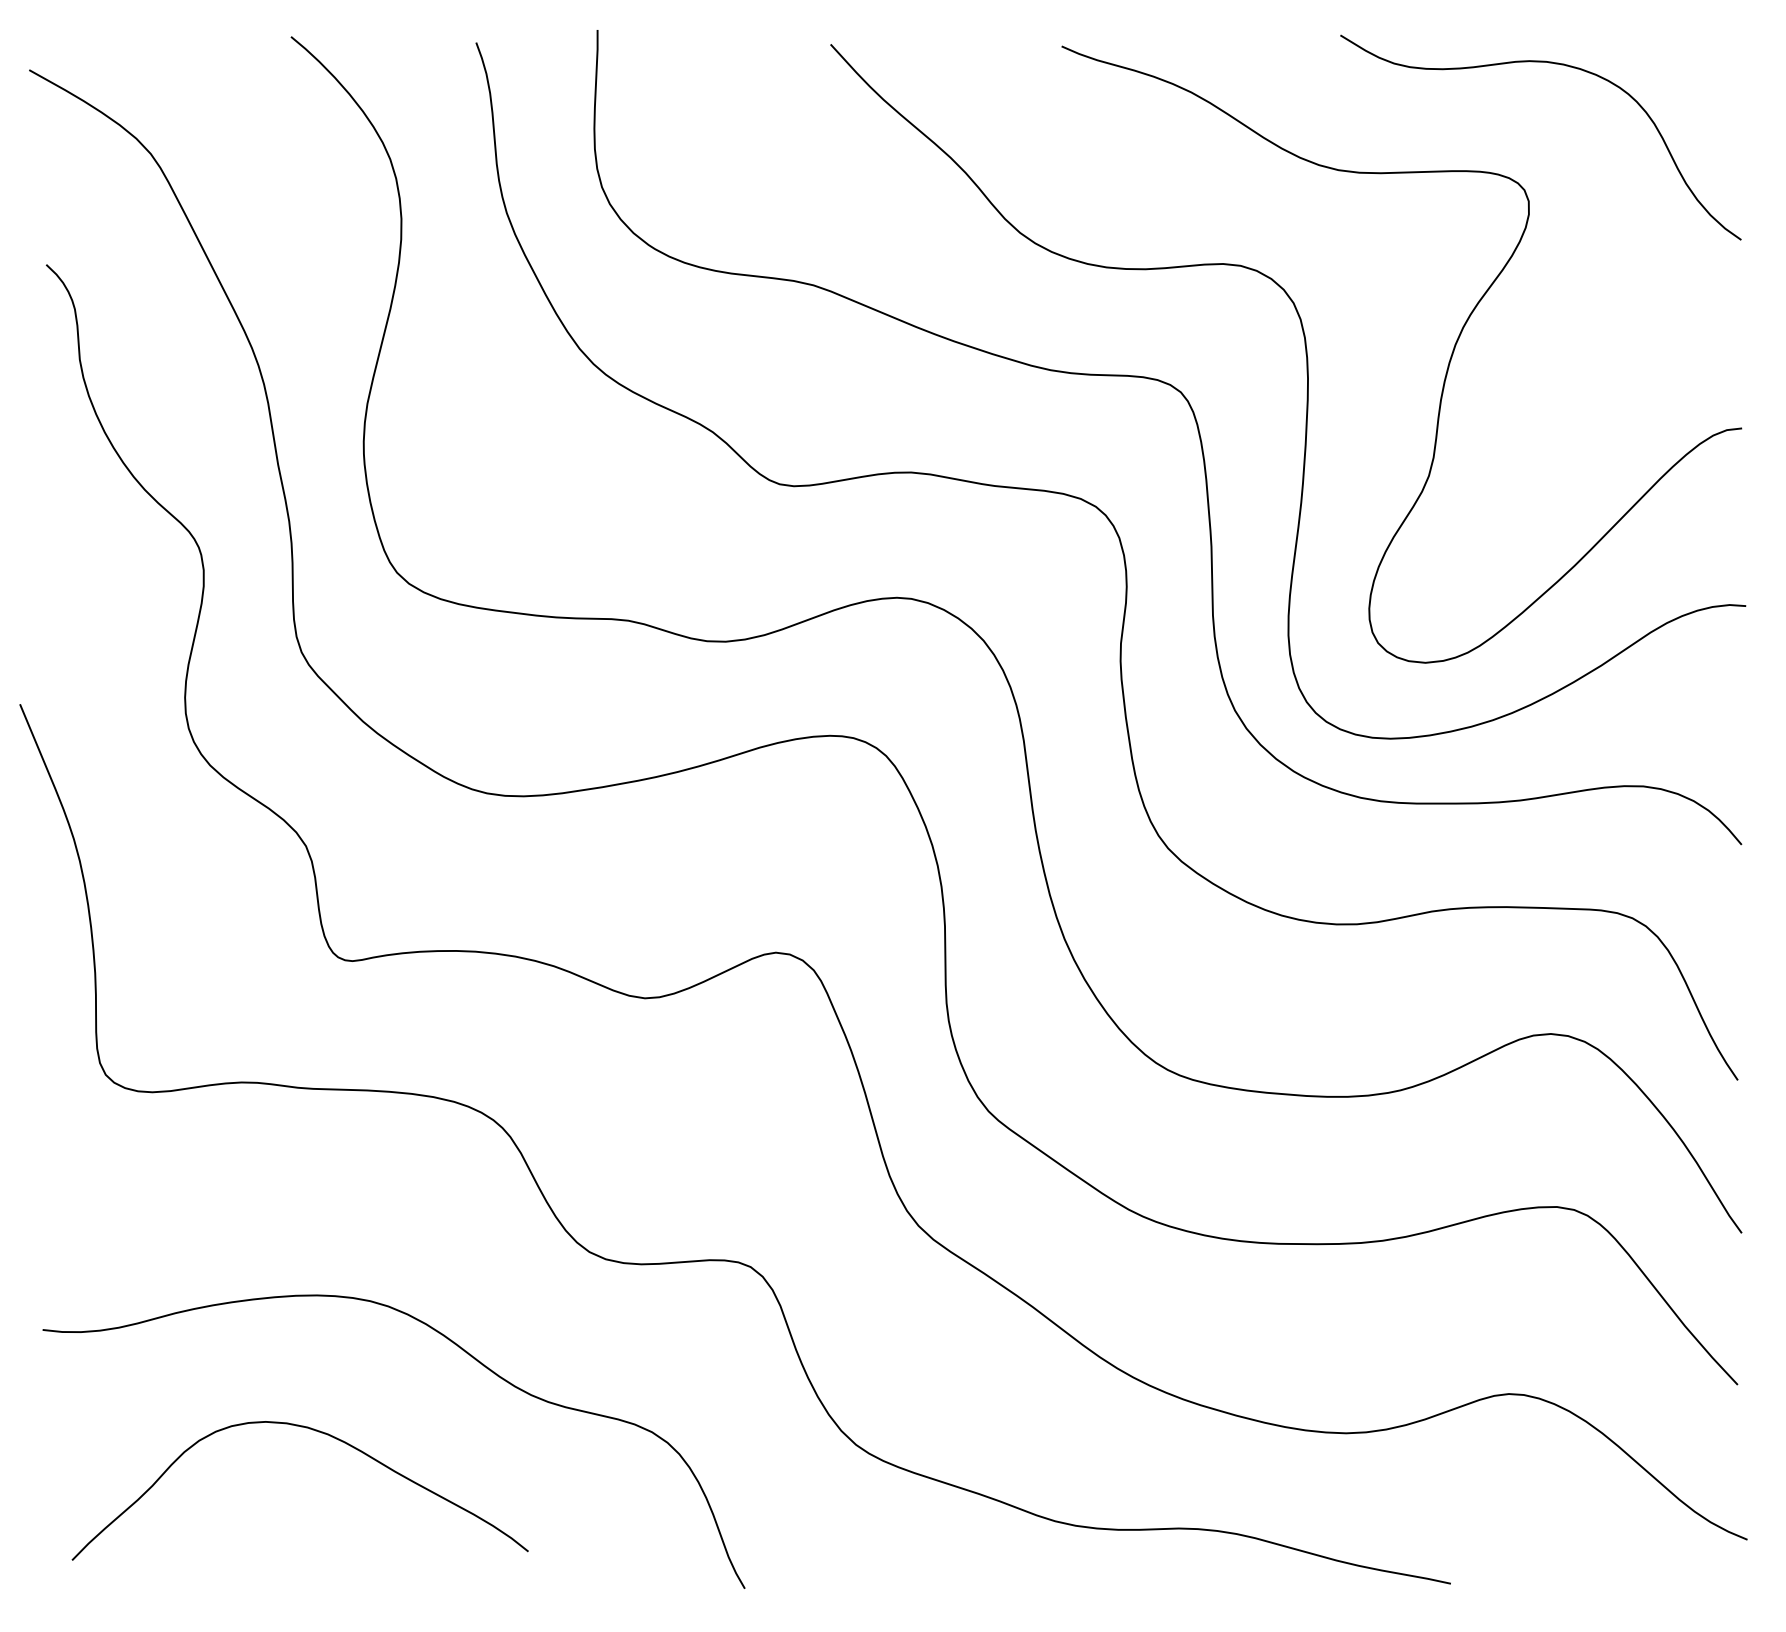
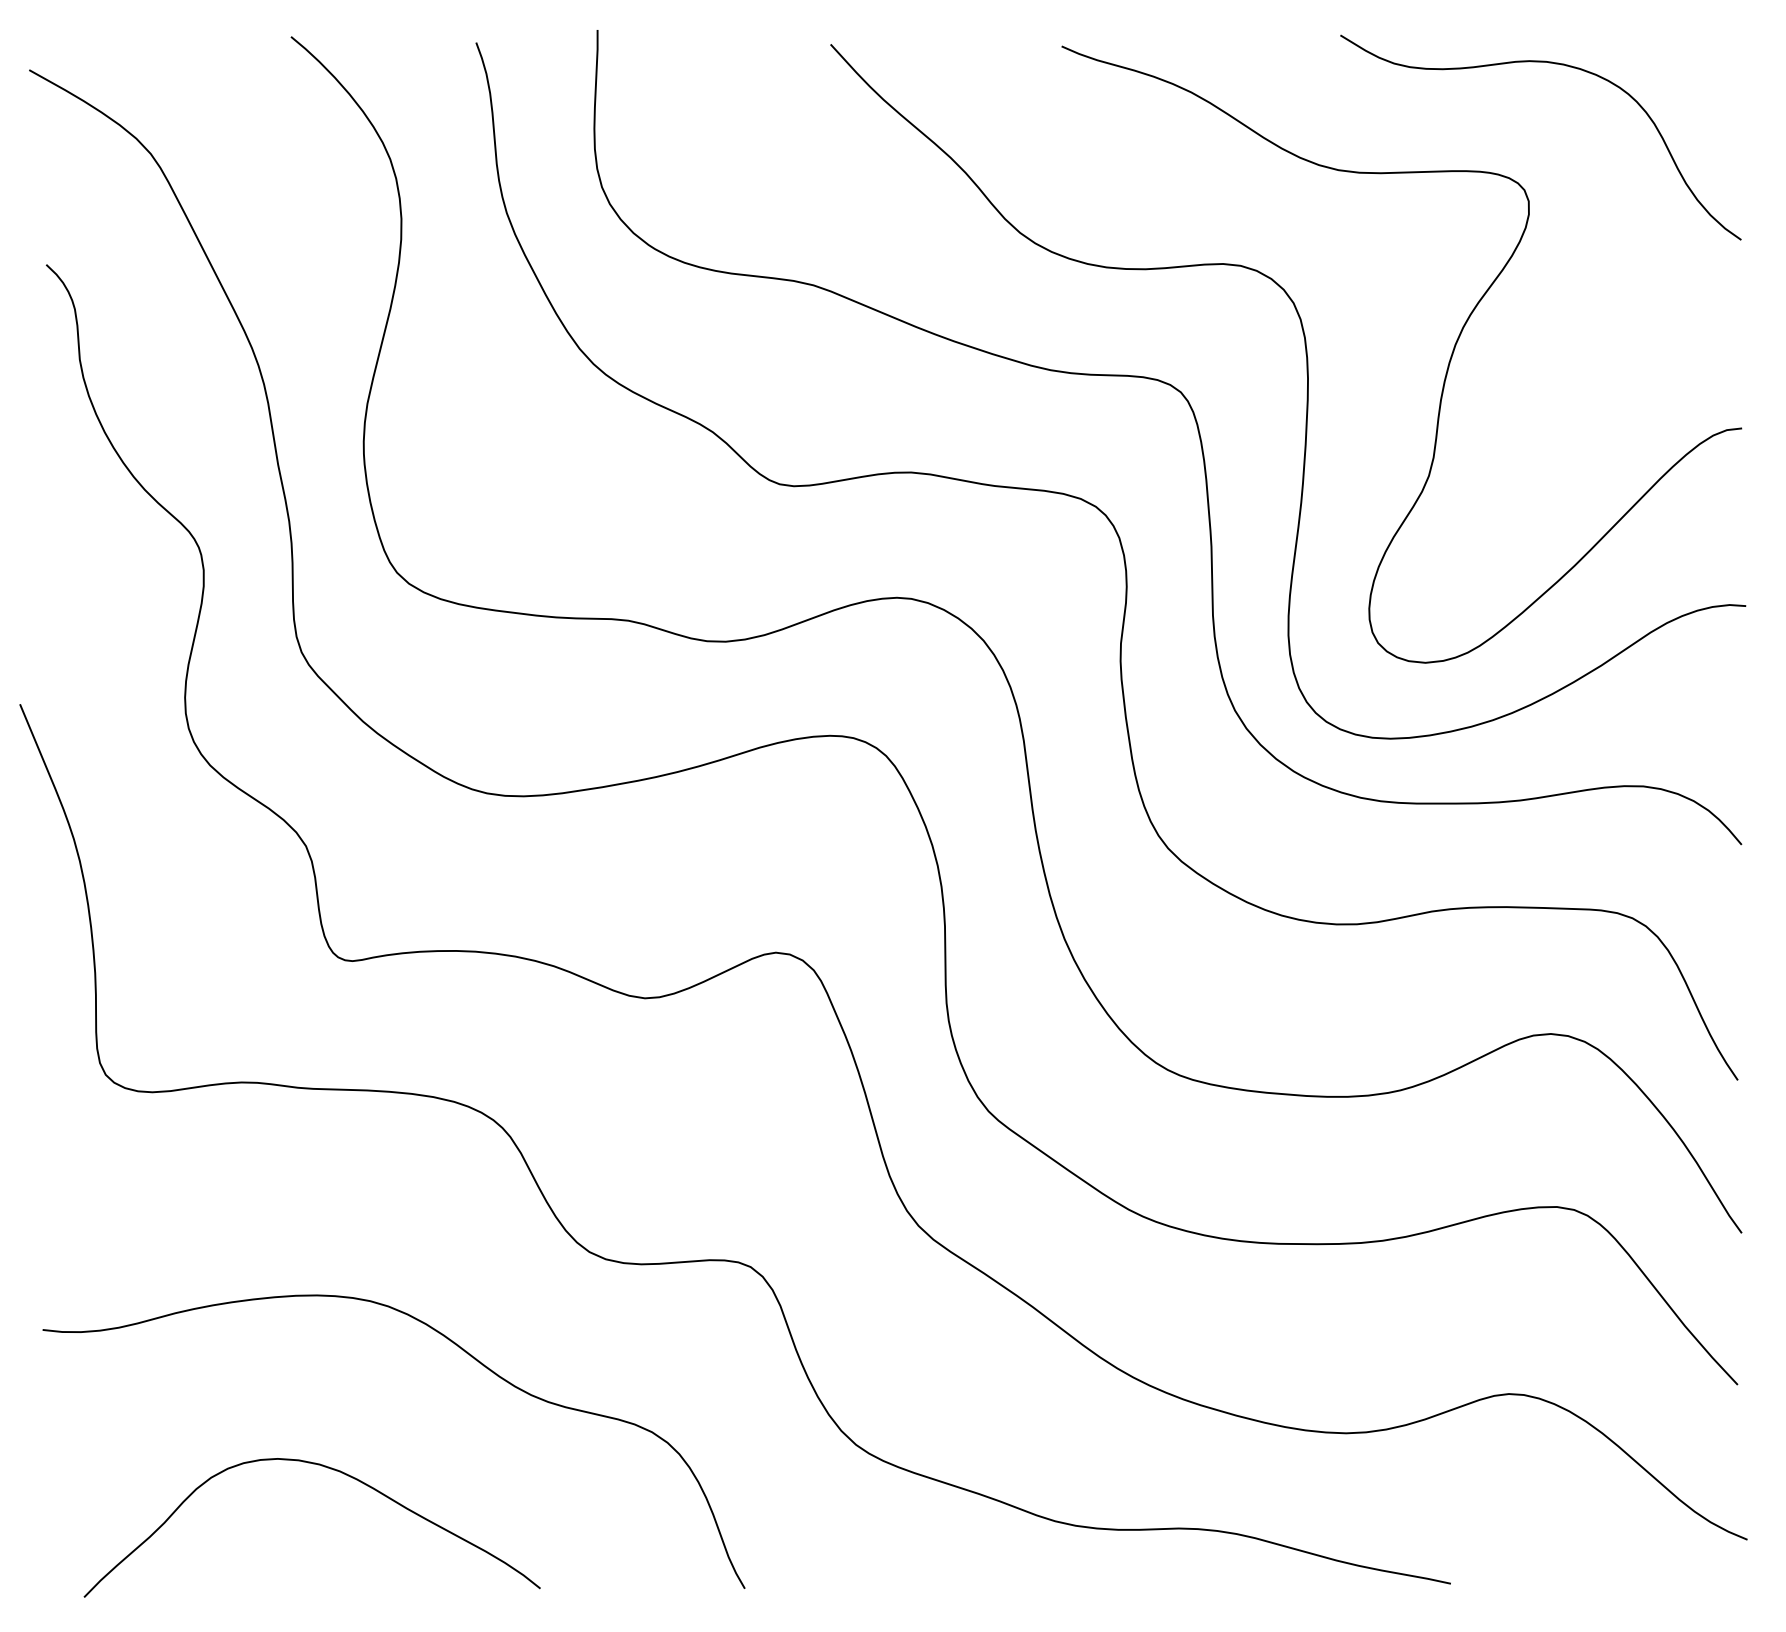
curve at (318, 1432) position: (318, 1432) -> (330, 1469)
